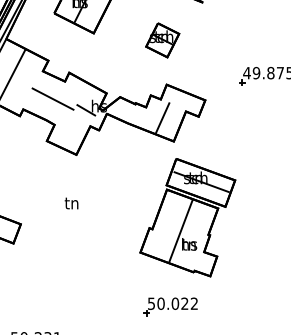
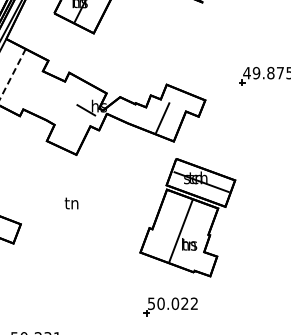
part at (162, 40): present -> none
line at (13, 73): solid -> dashed
line at (52, 98): present -> none
